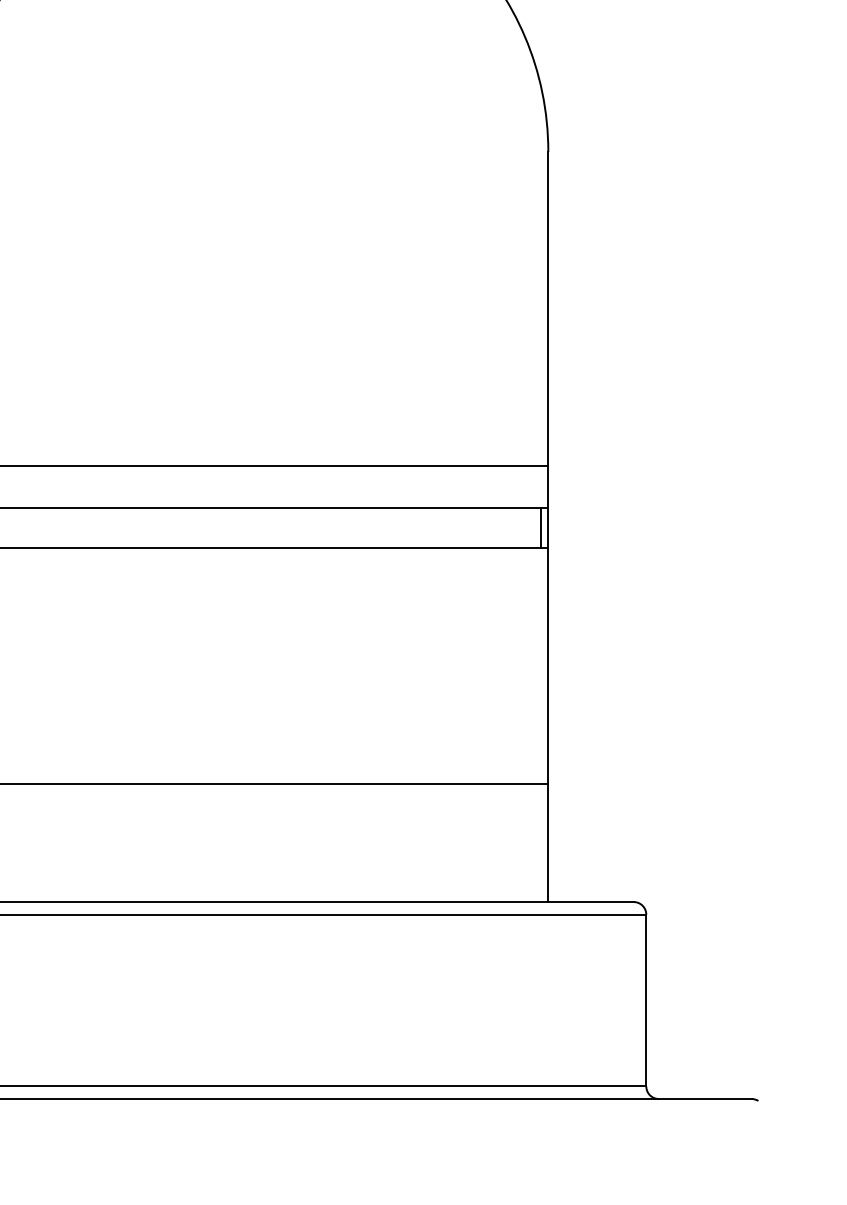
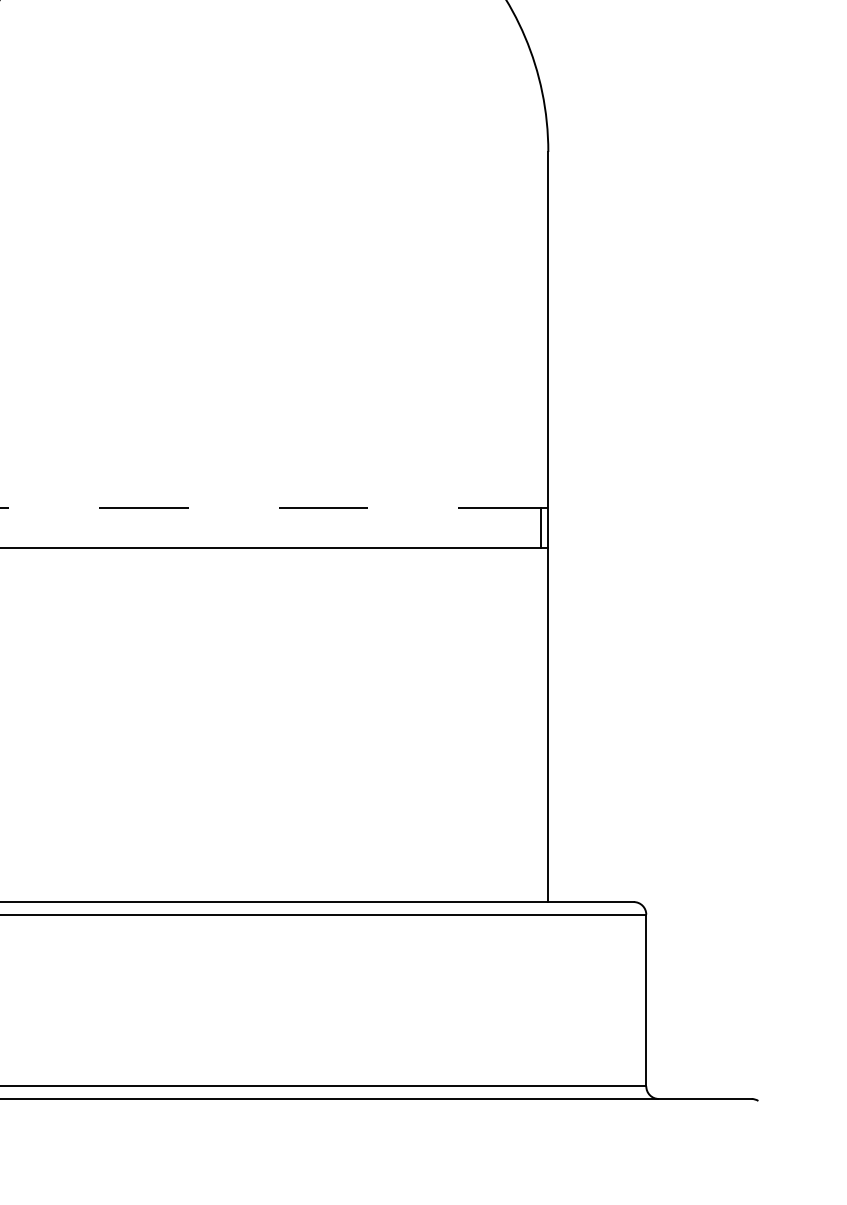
line at (275, 466): present -> none
line at (274, 508): solid -> dashed
line at (275, 783): present -> none
